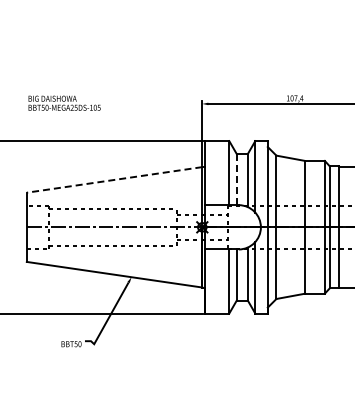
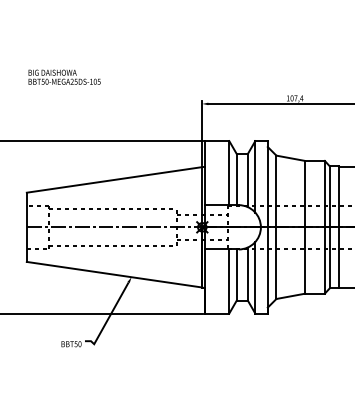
text at (64, 102) position: (64, 102) -> (64, 76)
line at (114, 179): dashed -> solid
line at (236, 179): dashed -> solid
